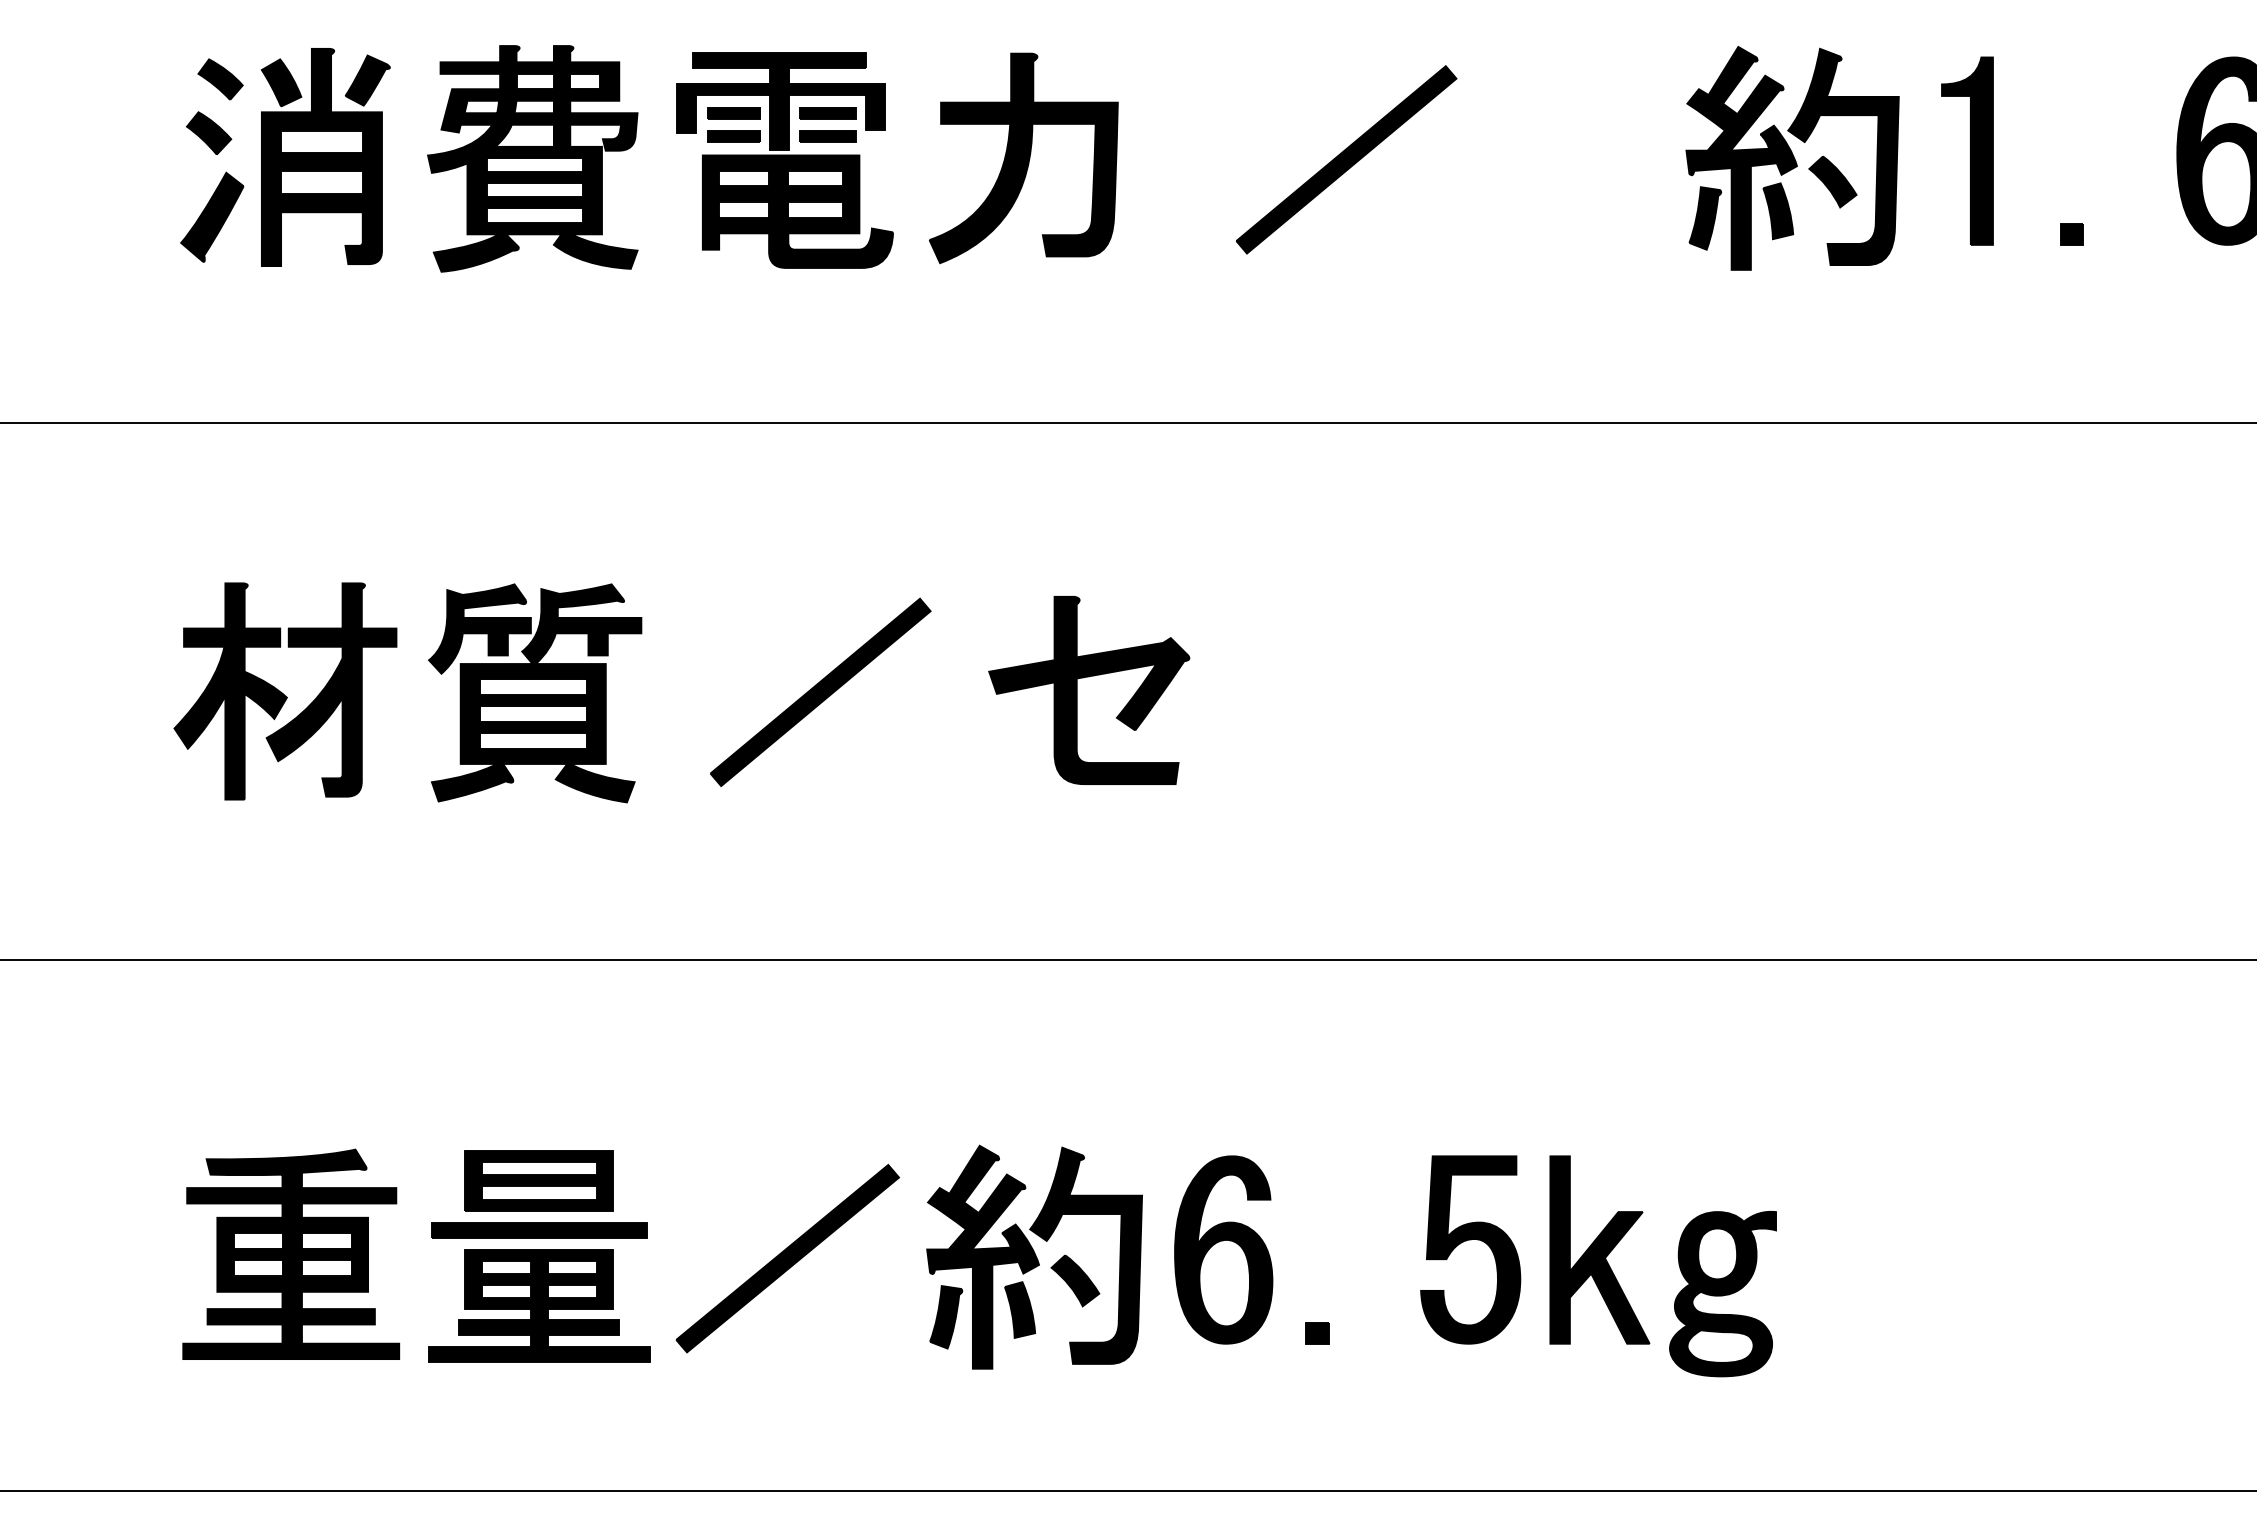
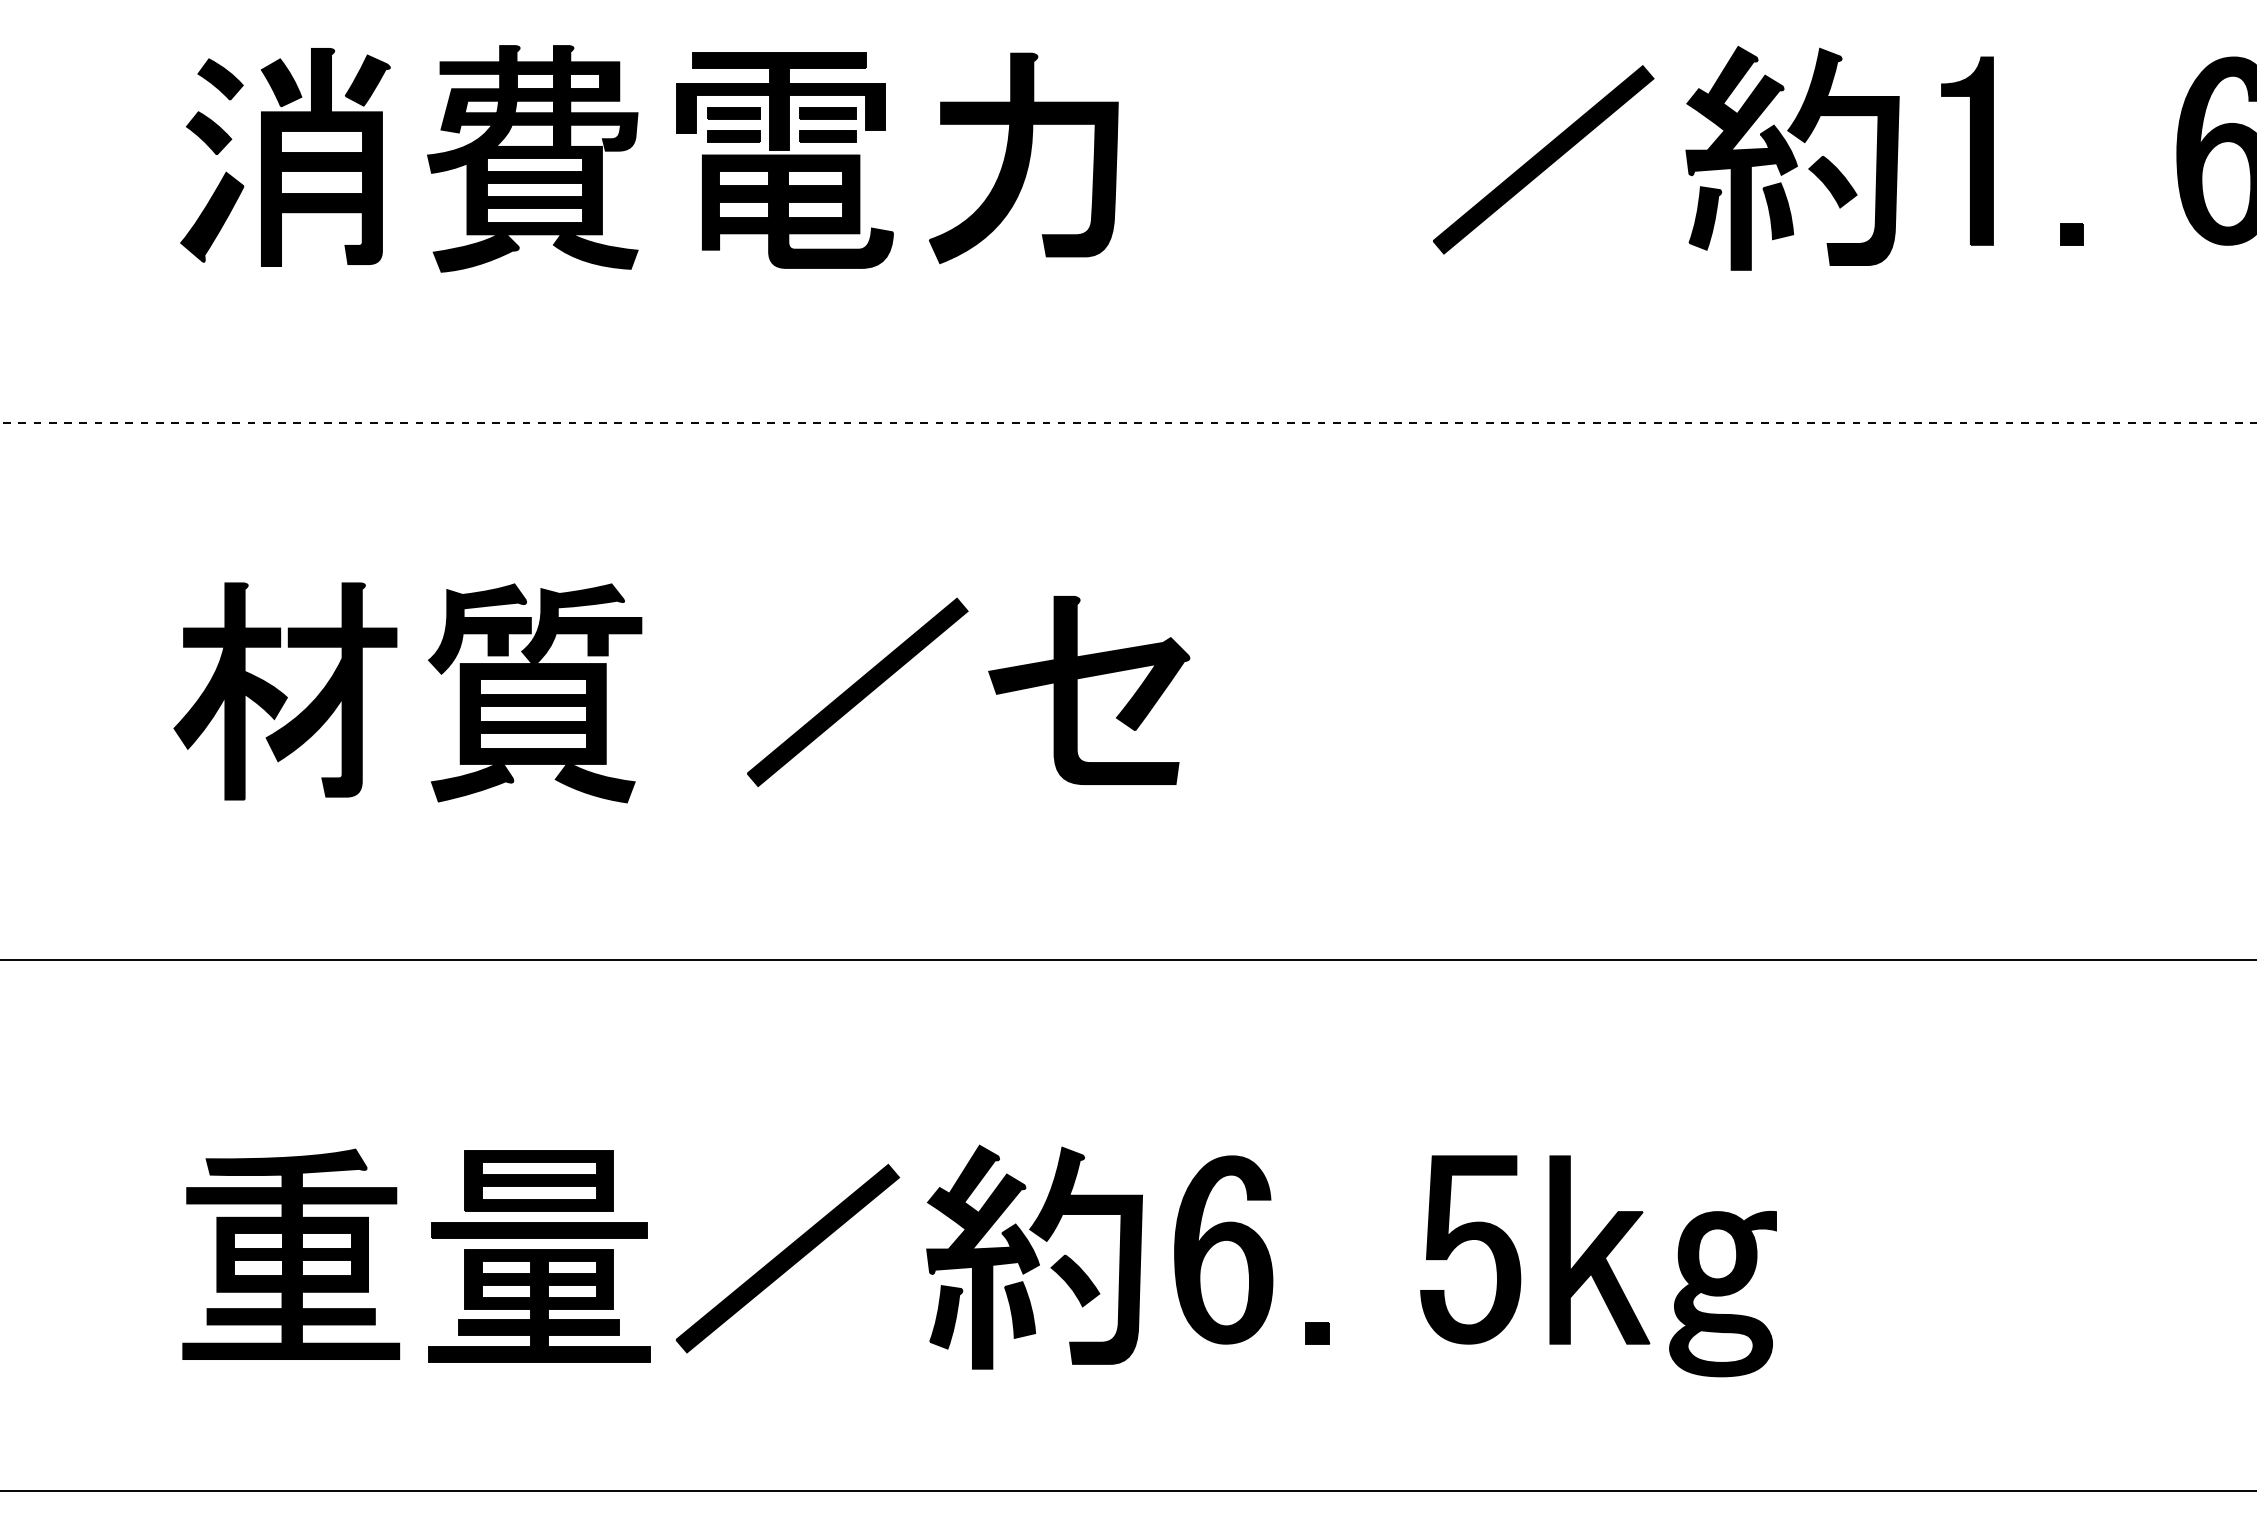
part at (1346, 159) position: (1346, 159) -> (1543, 159)
line at (1128, 423): solid -> dashed
part at (820, 691) position: (820, 691) -> (857, 691)
